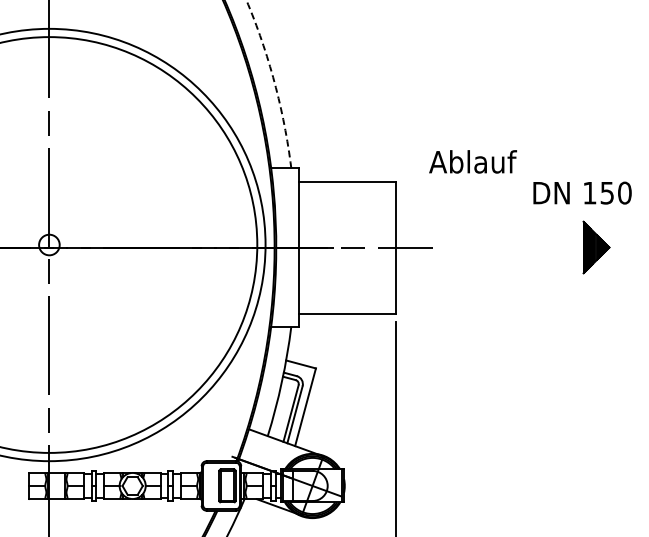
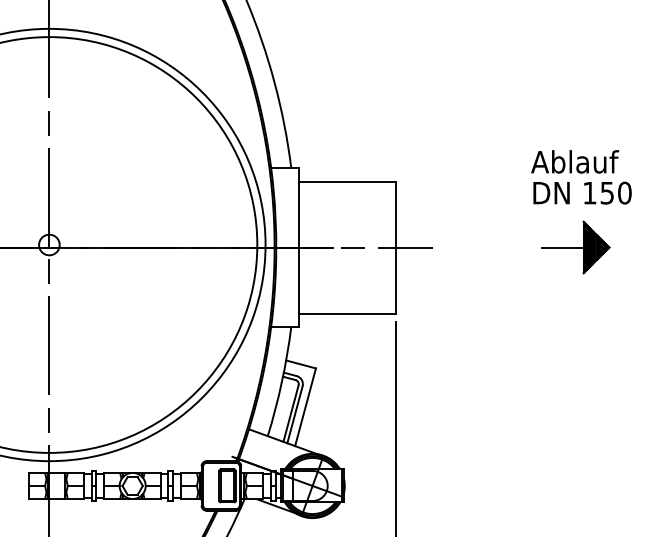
arc at (274, 82): dashed -> solid
text at (472, 161) position: (472, 161) -> (574, 161)
line at (562, 247): none -> present
